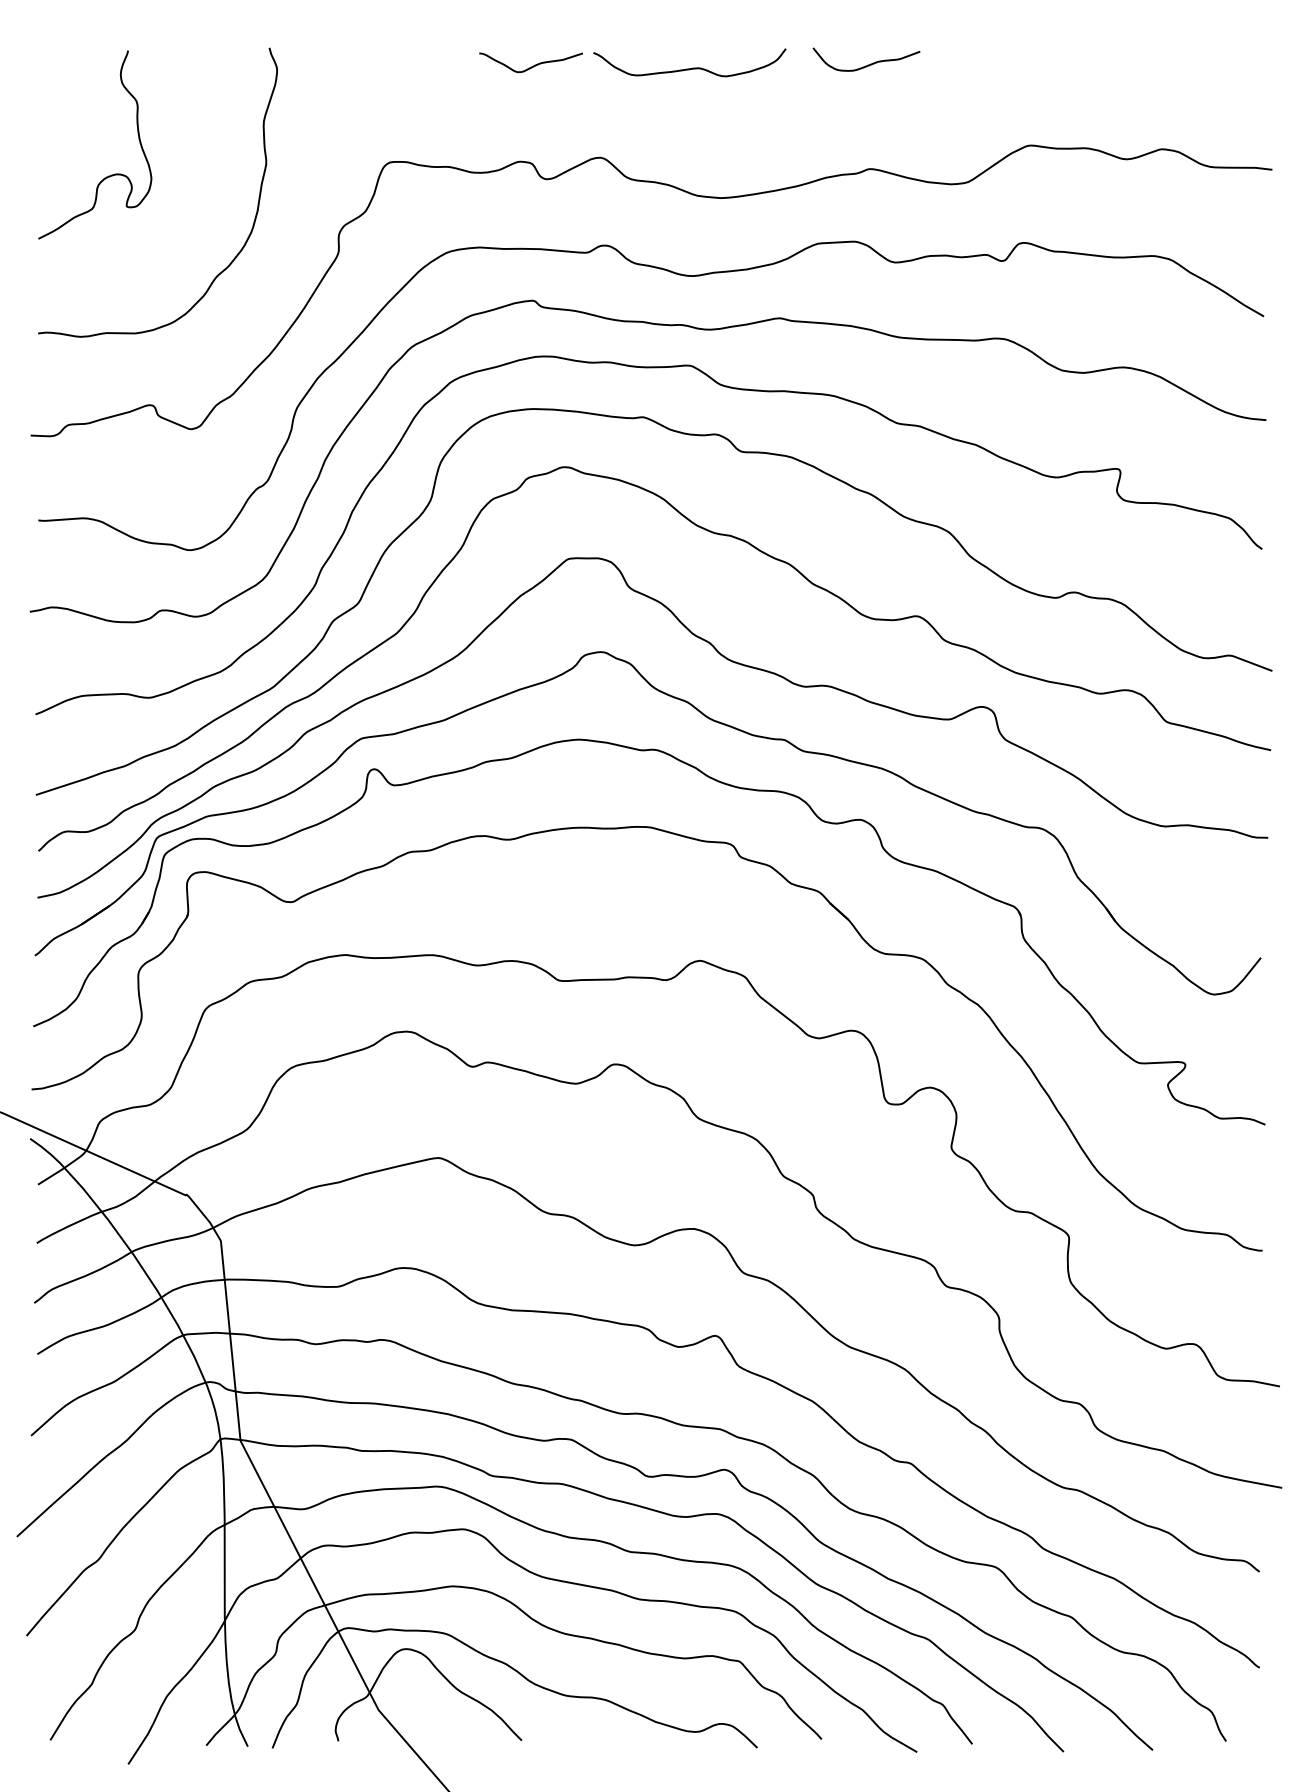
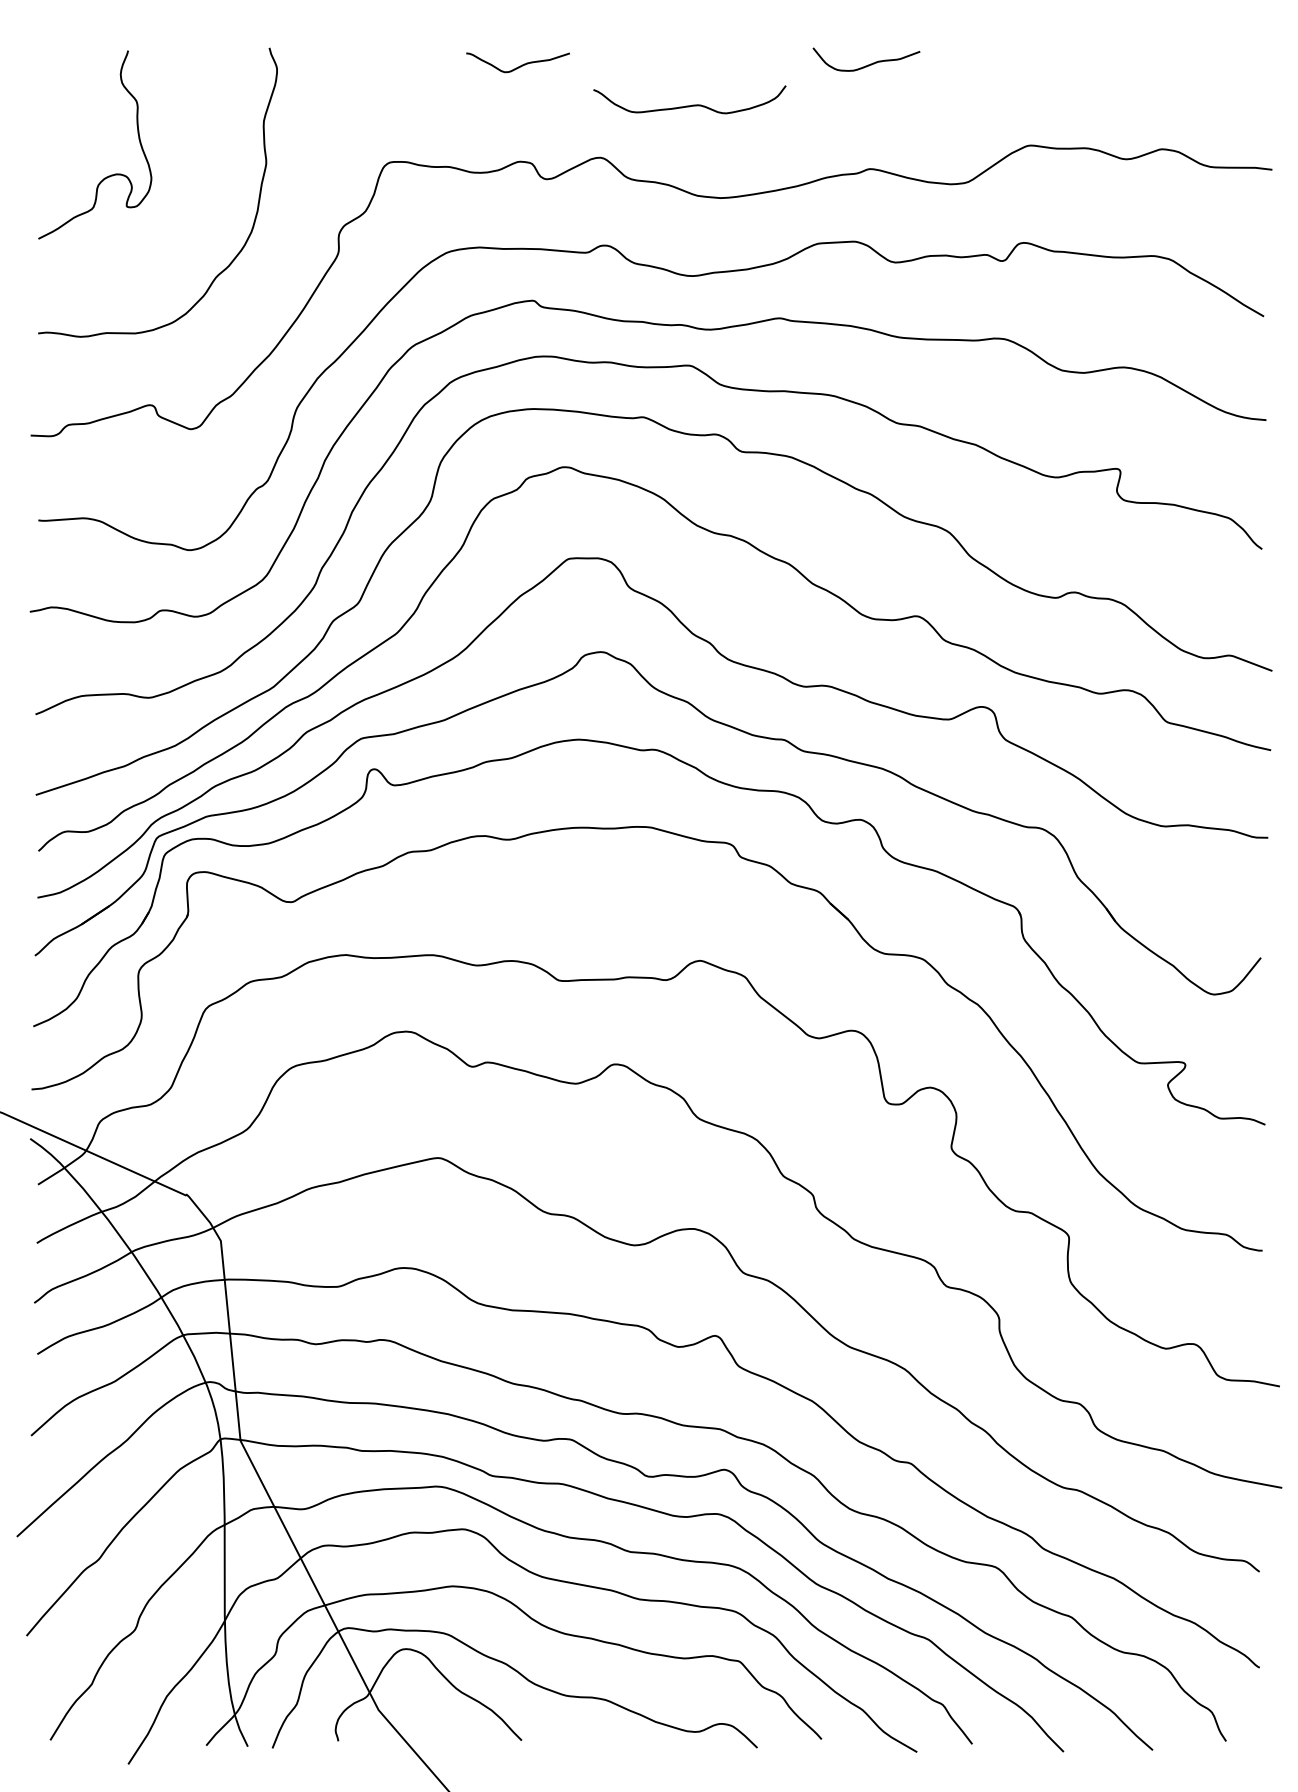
curve at (531, 66) position: (531, 66) -> (518, 66)
curve at (692, 67) position: (692, 67) -> (692, 104)
